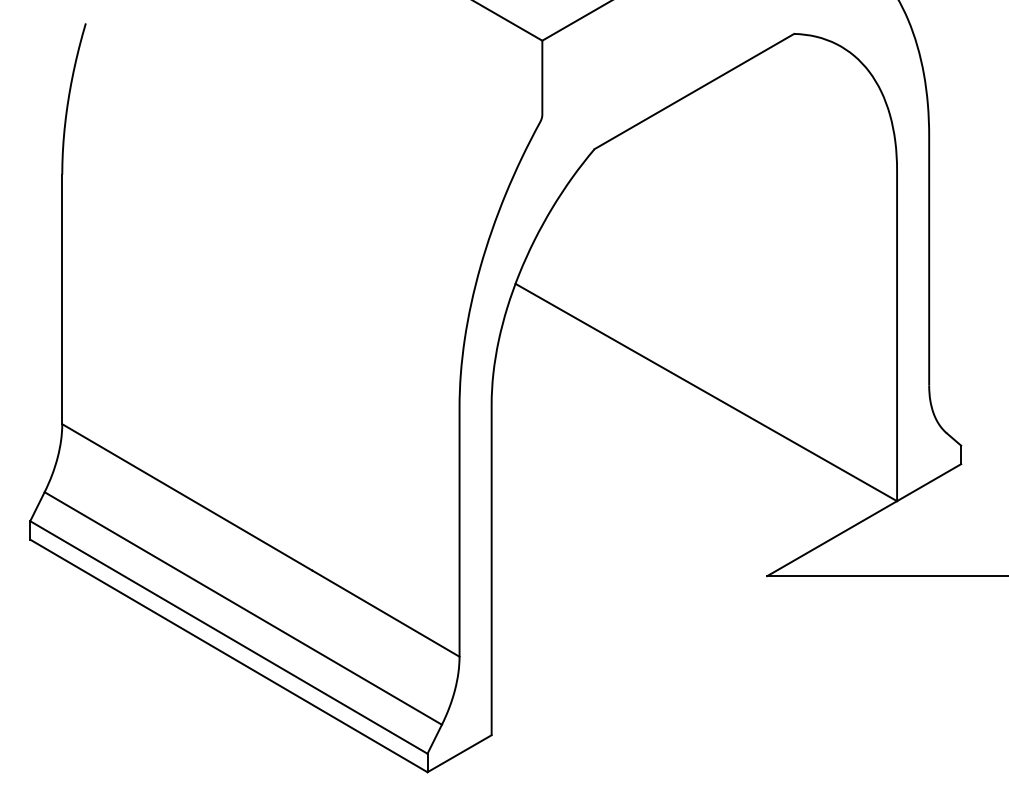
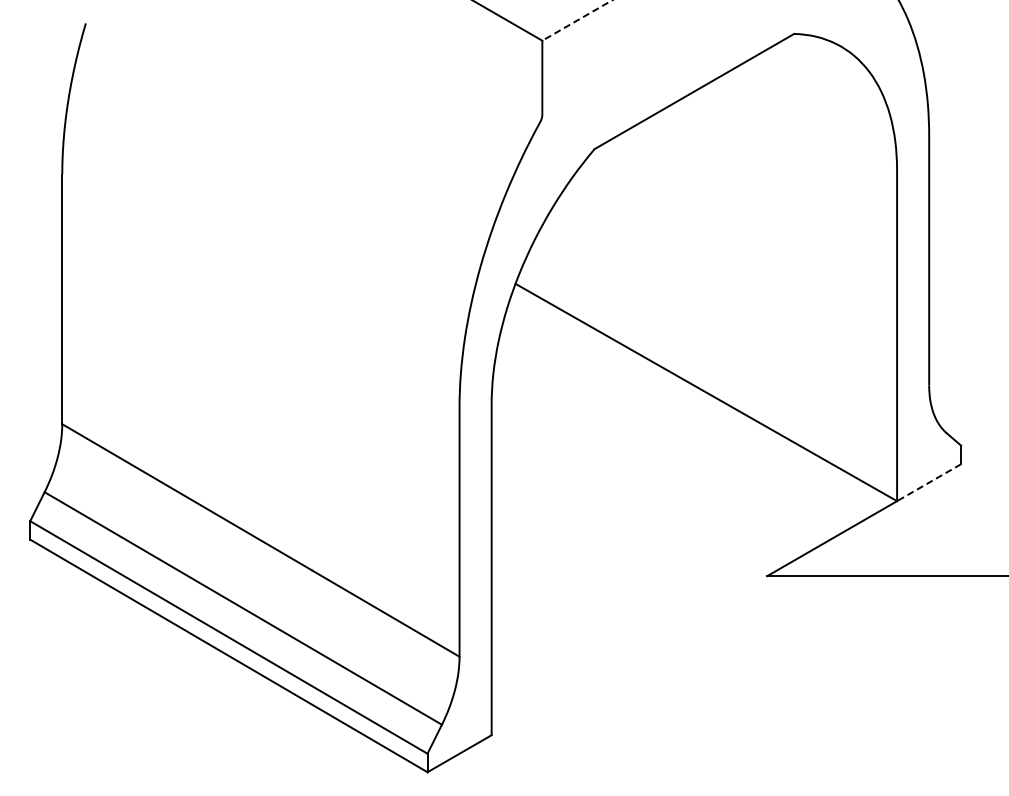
line at (576, 20): solid -> dashed
line at (928, 482): solid -> dashed
